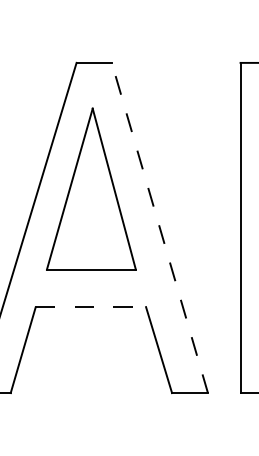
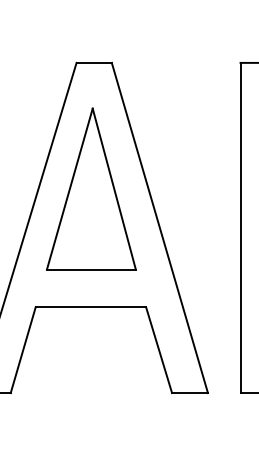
line at (159, 228): dashed -> solid
line at (91, 307): dashed -> solid
